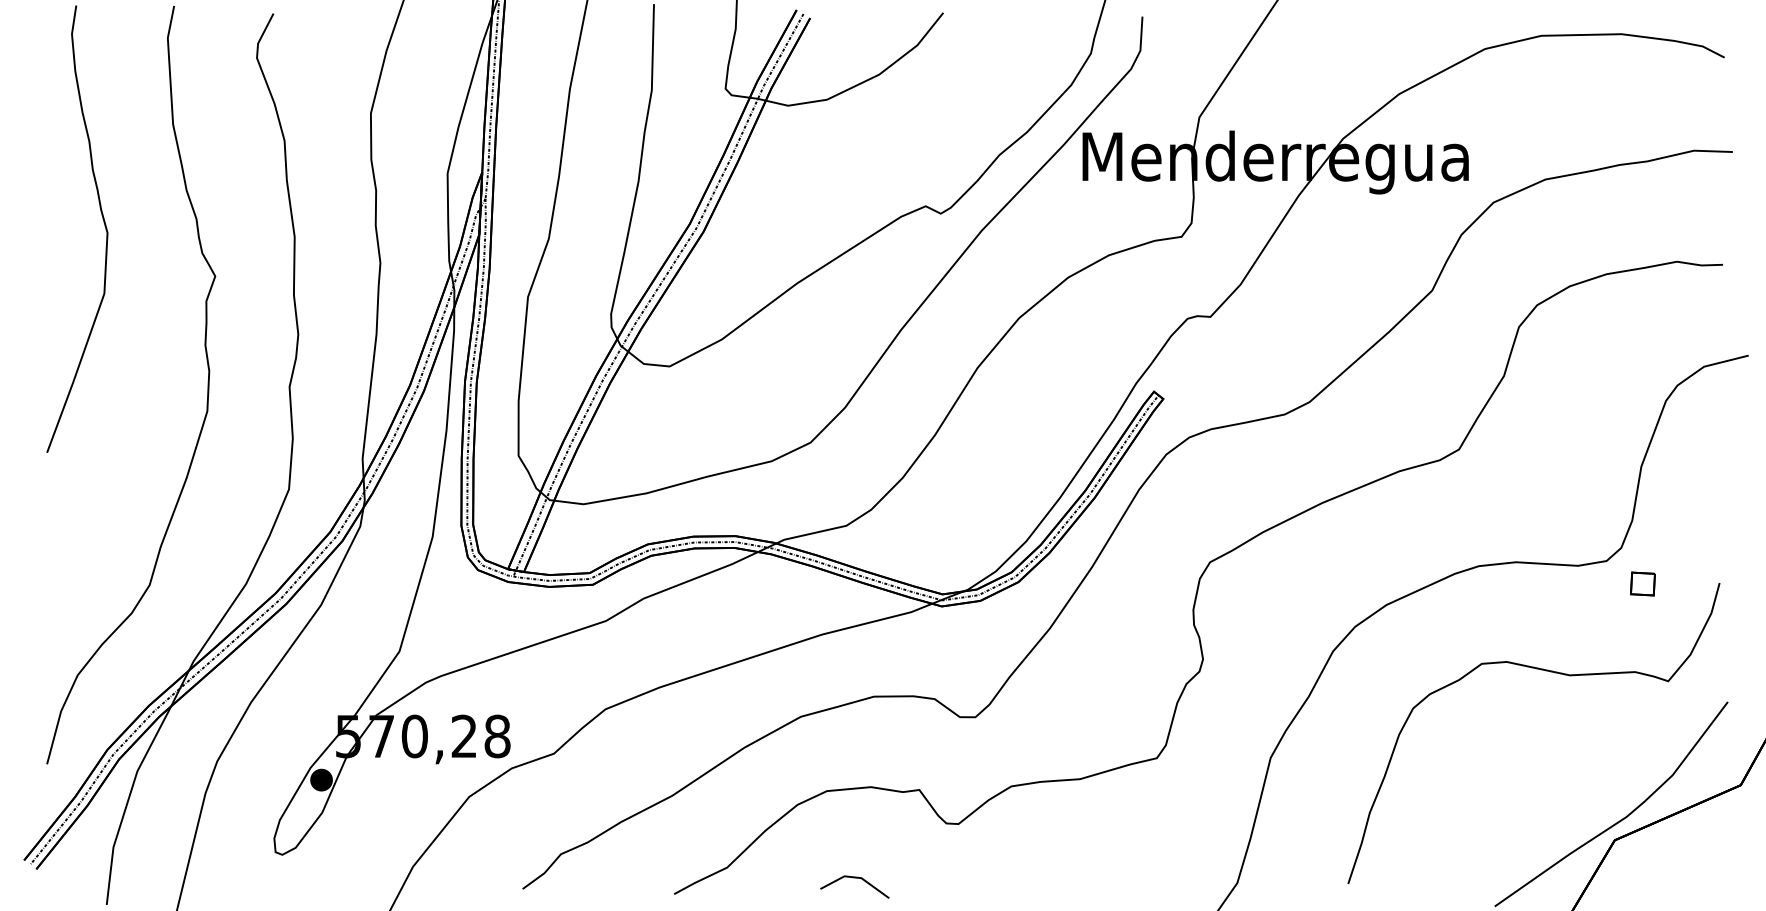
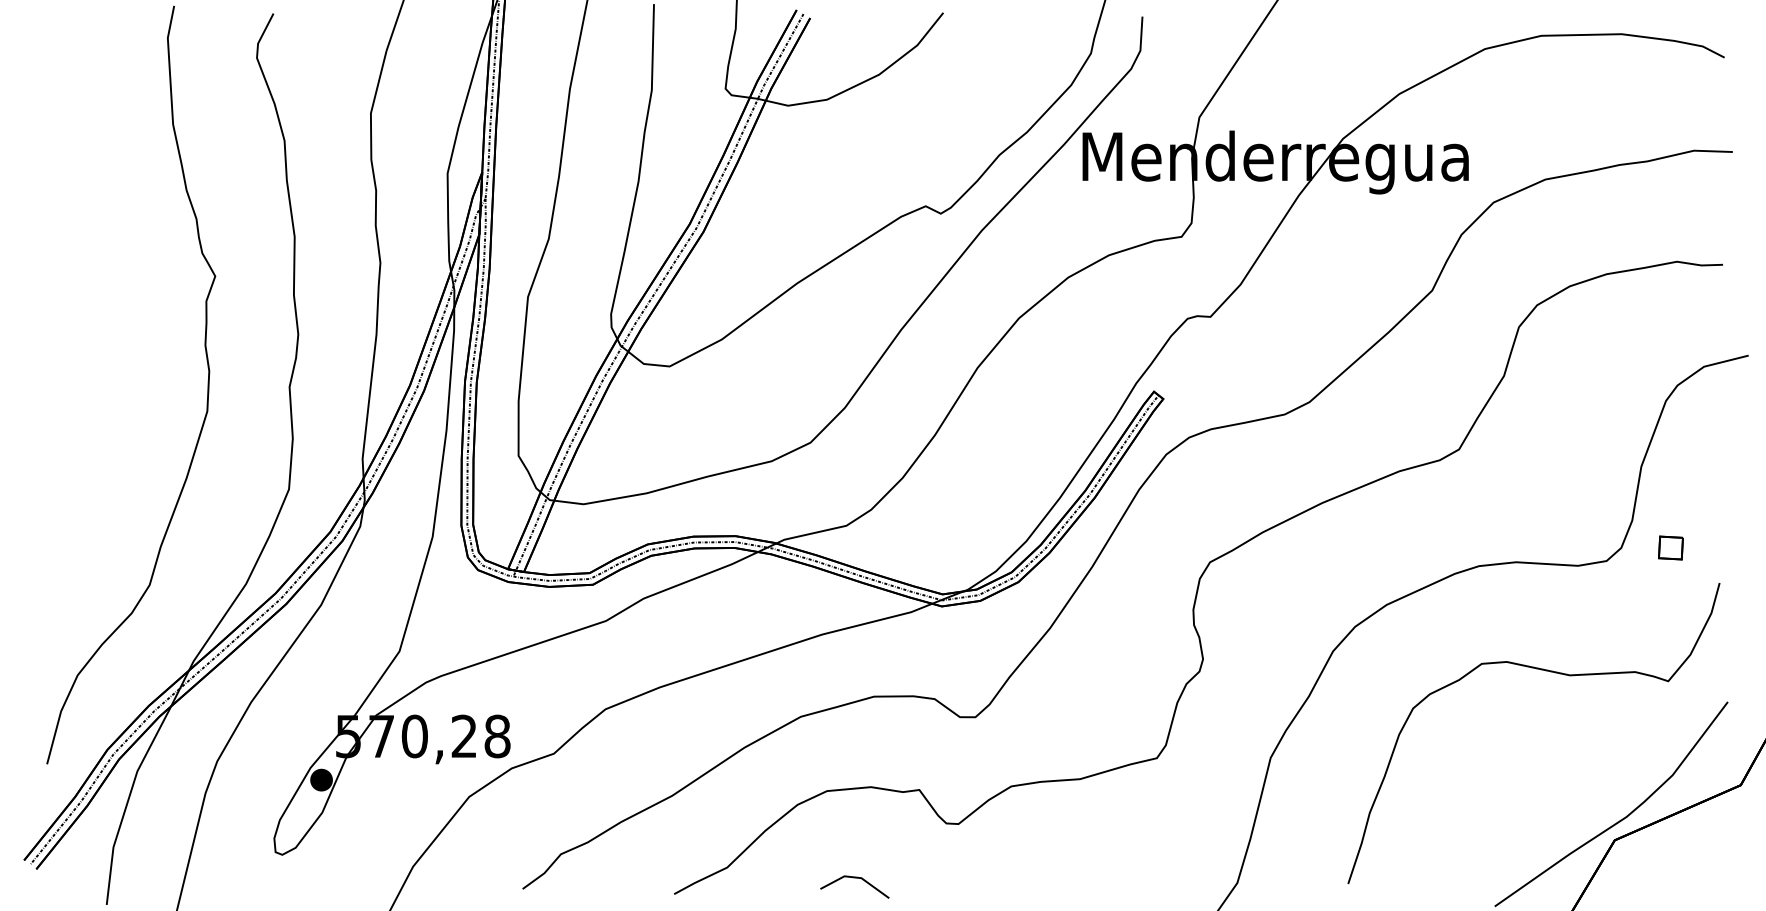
curve at (102, 219): present -> none
part at (1642, 583) position: (1642, 583) -> (1670, 547)
